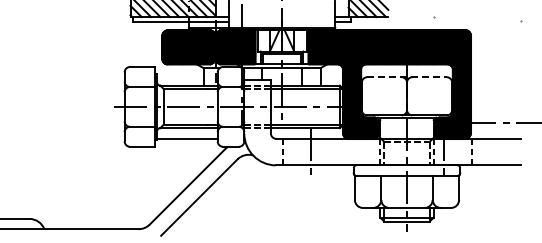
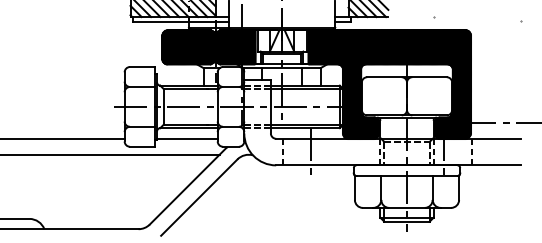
line at (407, 77): dashed -> solid
line at (63, 138): none -> present
line at (110, 154): none -> present
